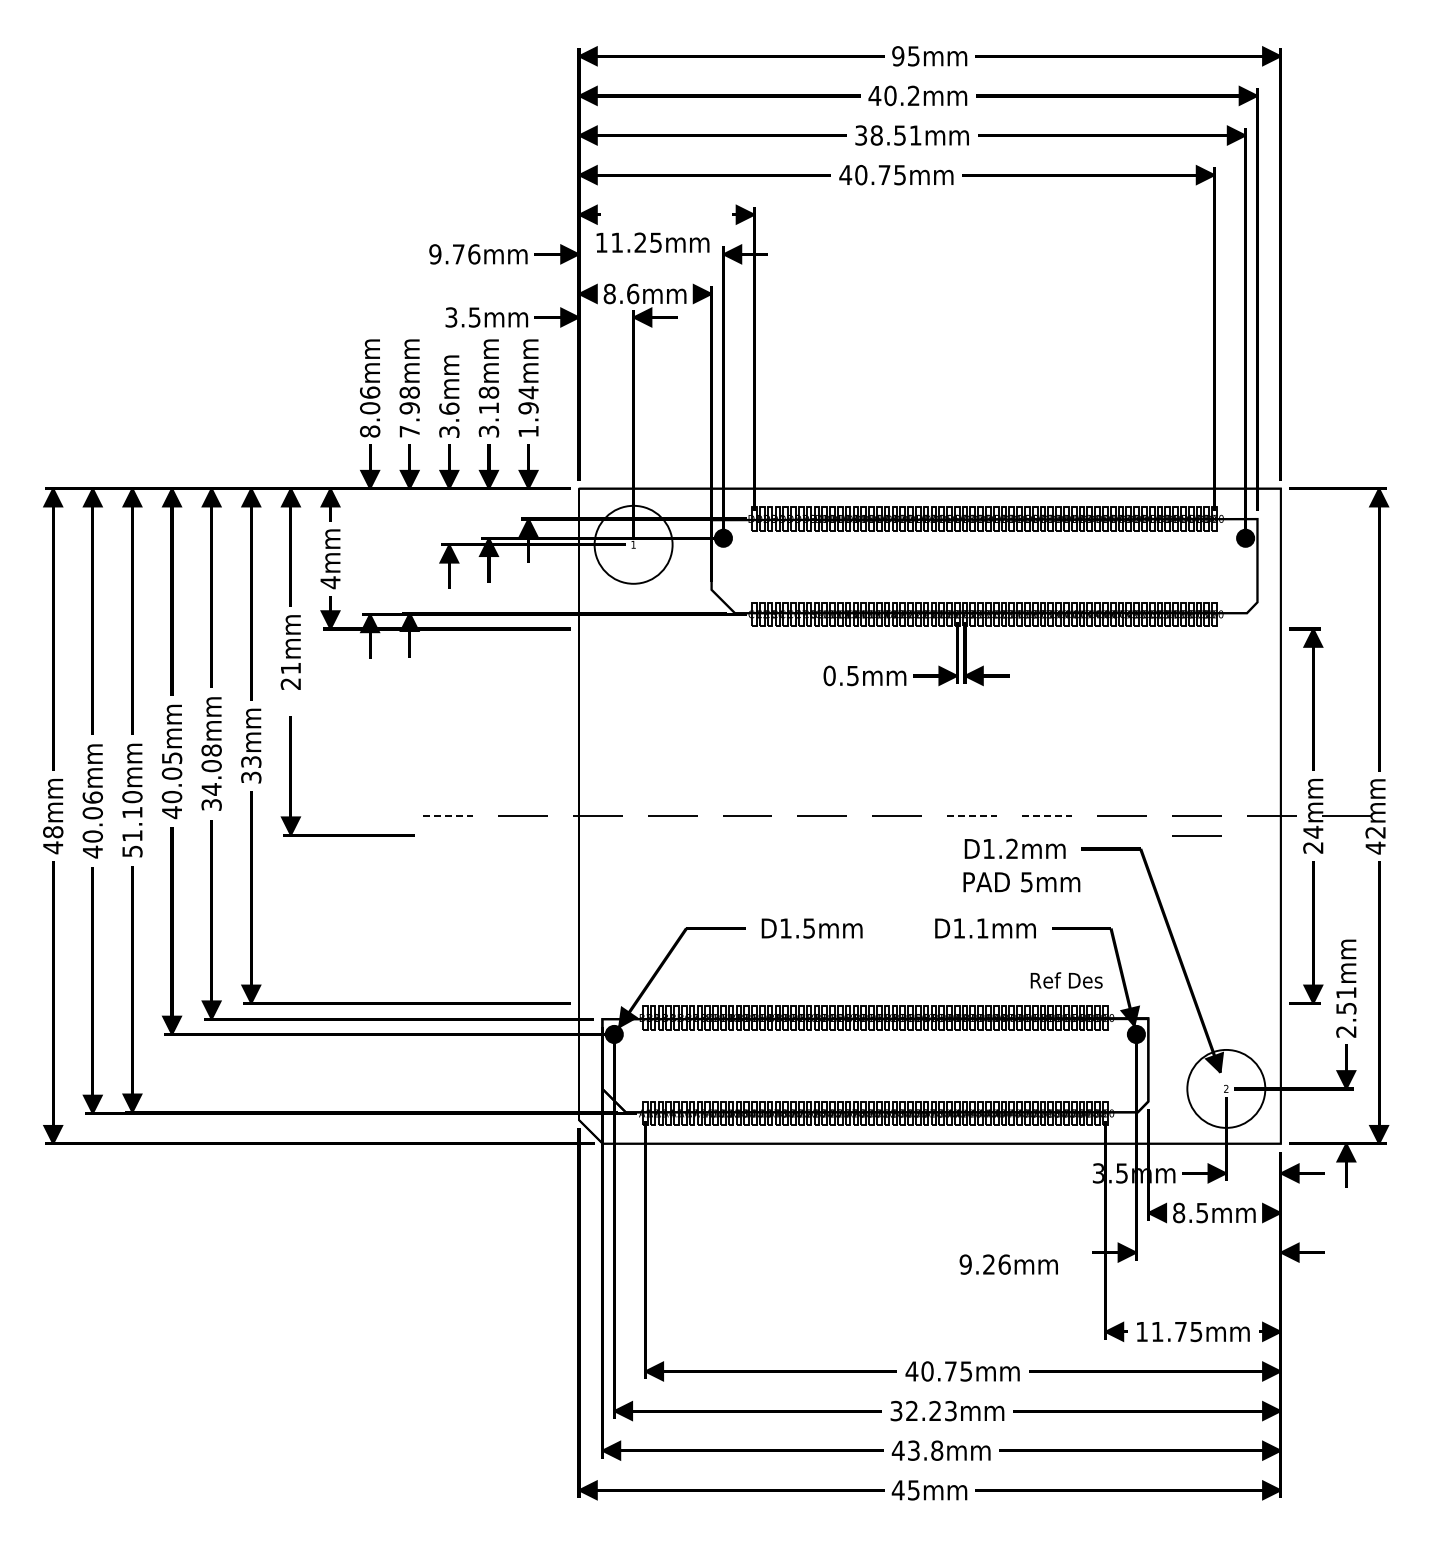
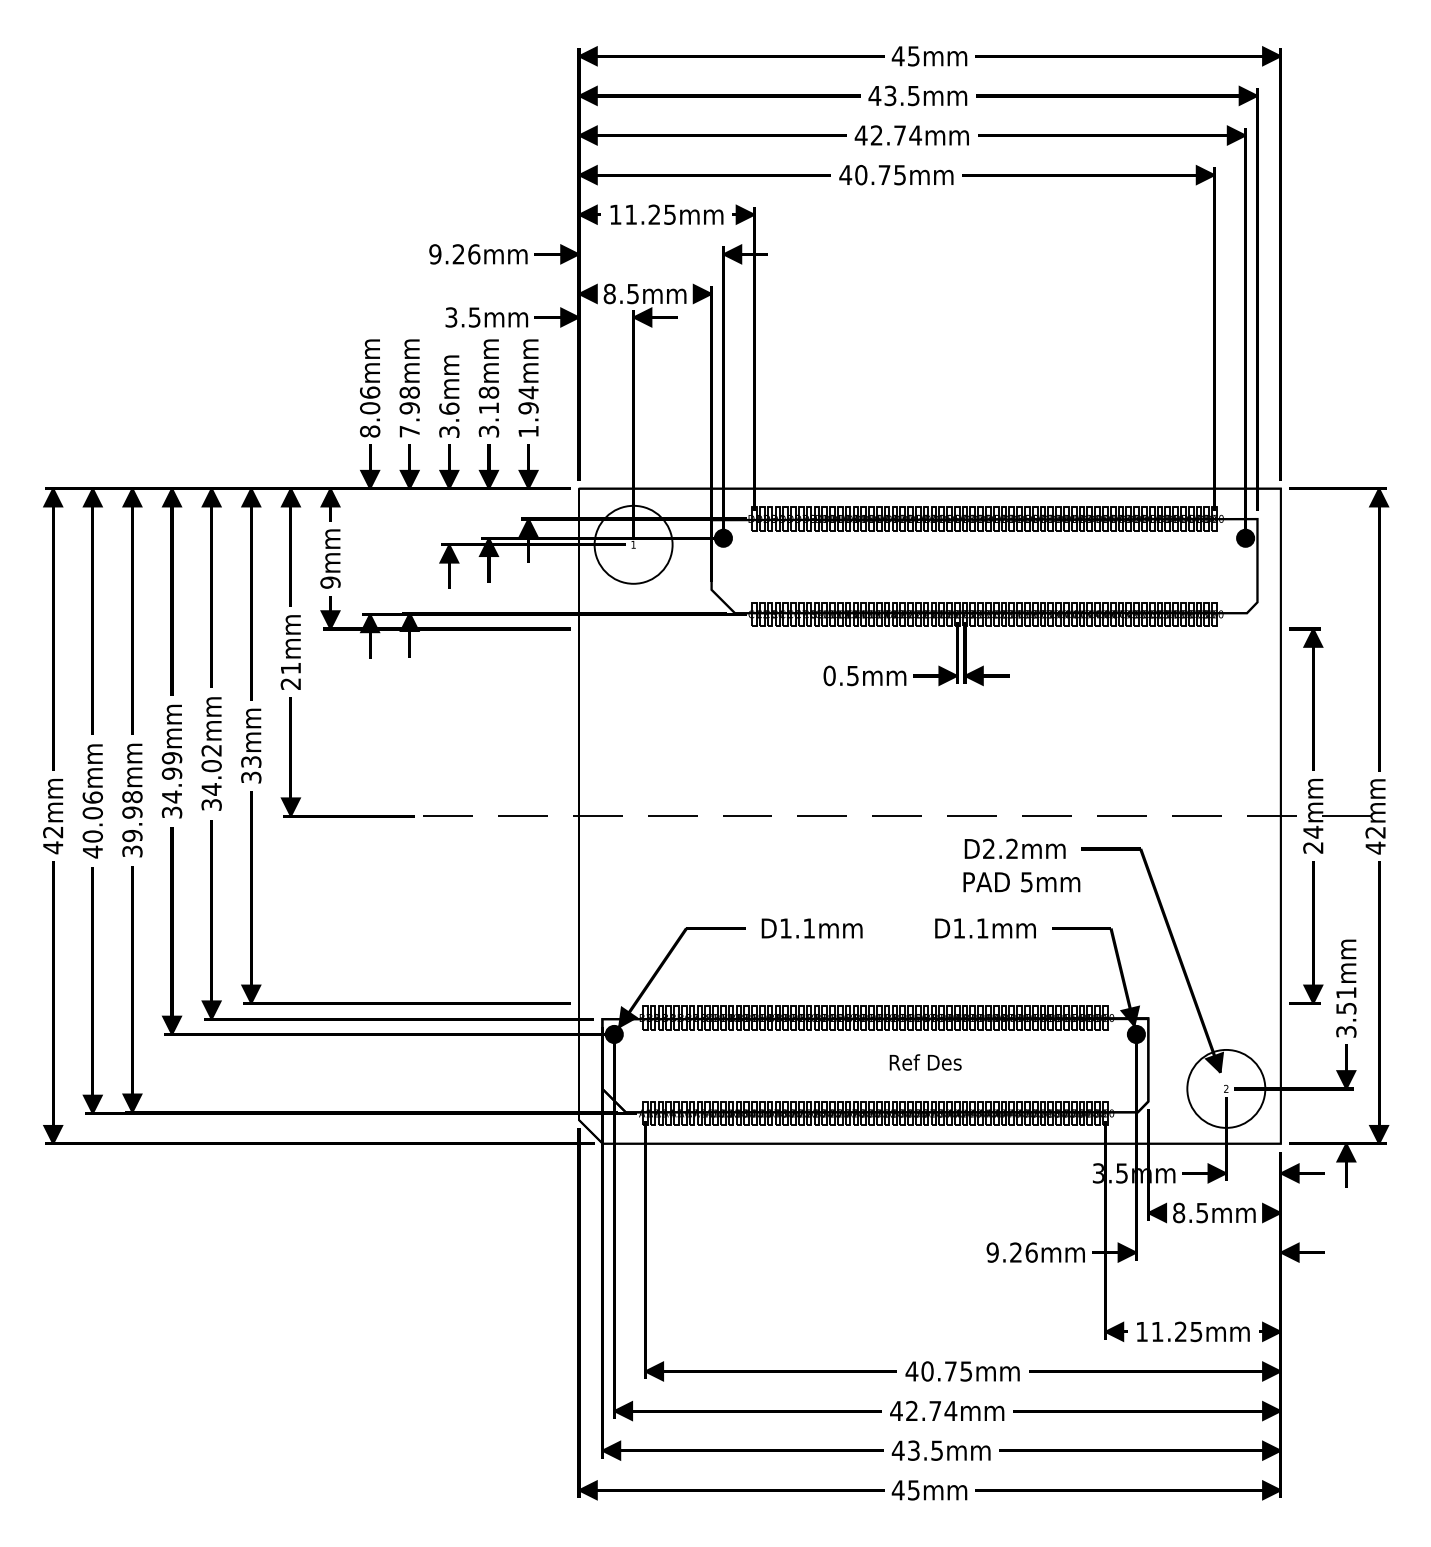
text at (897, 56): 95mm -> 45mm
text at (901, 95): 40.2mm -> 43.5mm
text at (888, 135): 38.51mm -> 42.74mm
text at (652, 242) position: (652, 242) -> (666, 214)
text at (458, 254): 9.76mm -> 9.26mm
text at (633, 293): 8.6mm -> 8.5mm
text at (330, 582): 4mm -> 9mm
text at (211, 750): 34.08mm -> 34.02mm
part at (291, 776) position: (291, 776) -> (291, 757)
text at (171, 785): 40.05mm -> 34.99mm
line at (448, 816): dashed -> solid
line at (972, 816): dashed -> solid
line at (1046, 816): dashed -> solid
text at (132, 823): 51.10mm -> 39.98mm
text at (53, 832): 48mm -> 42mm
line at (1196, 835): present -> none
text at (988, 848): D1.2mm -> D2.2mm
text at (808, 928): D1.5mm -> D1.1mm
text at (1066, 980) position: (1066, 980) -> (925, 1062)
text at (1346, 1031): 2.51mm -> 3.51mm
text at (1008, 1264) position: (1008, 1264) -> (1035, 1252)
text at (1180, 1331): 11.75mm -> 11.25mm
text at (923, 1410): 32.23mm -> 42.74mm
text at (937, 1450): 43.8mm -> 43.5mm
